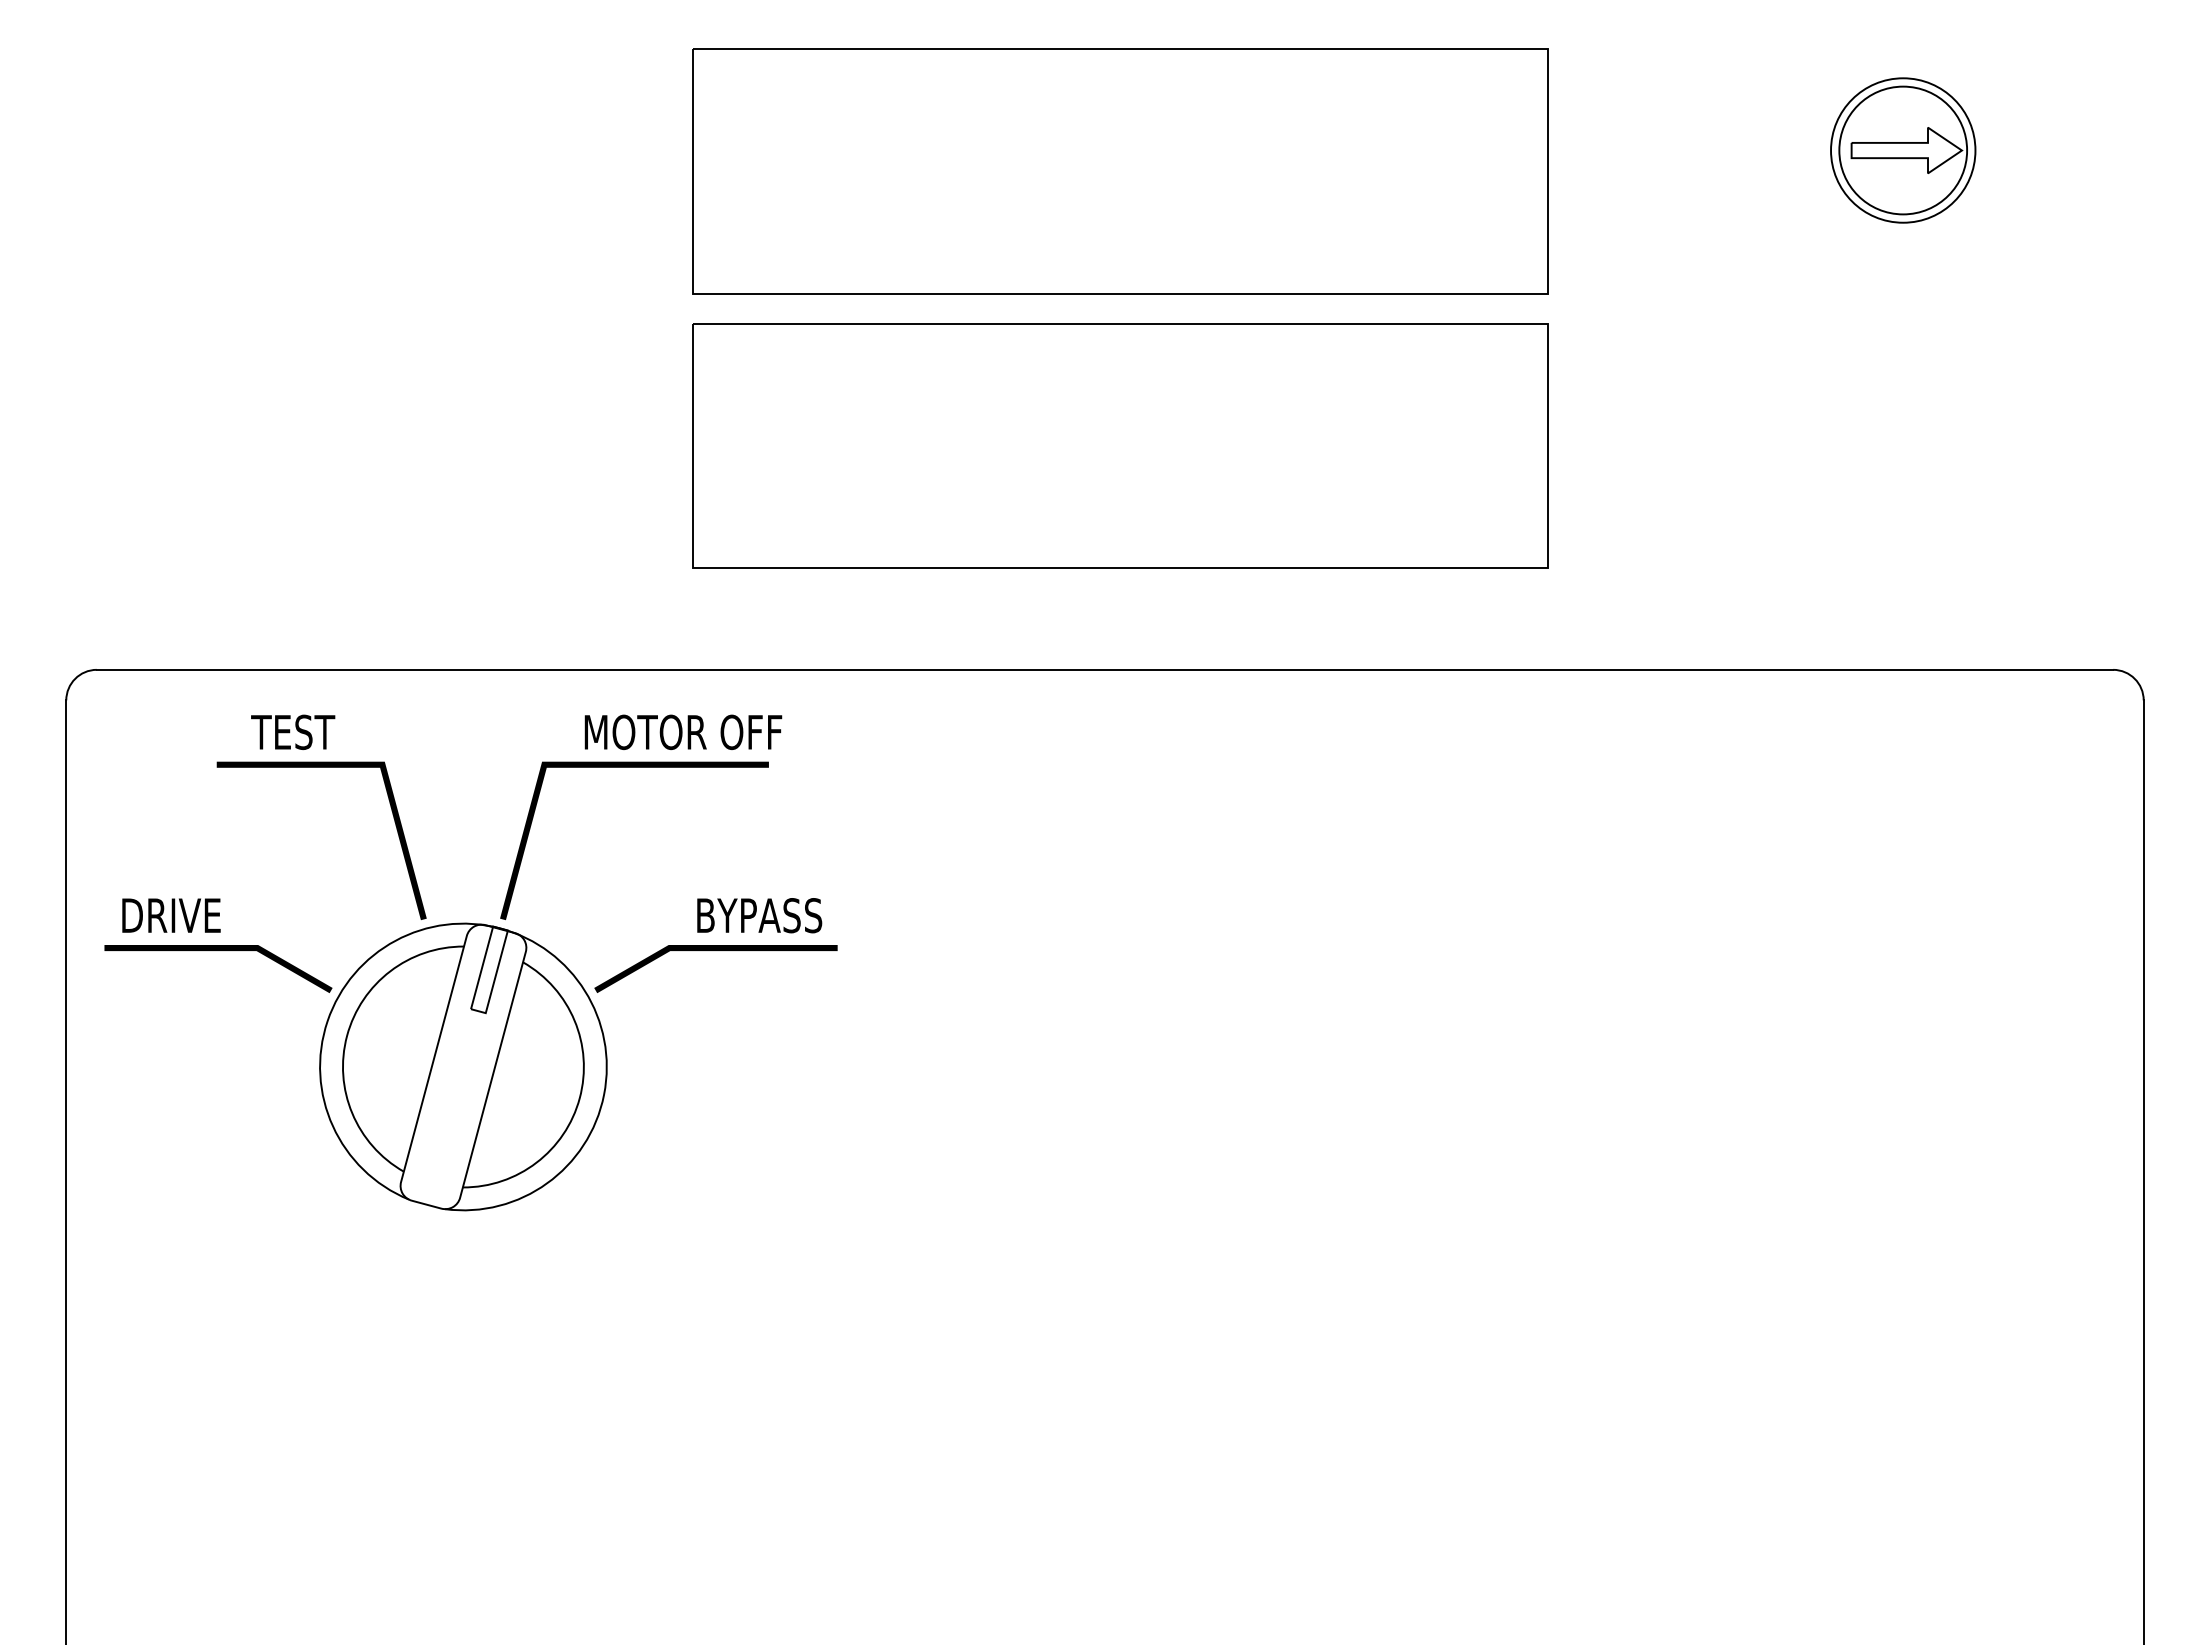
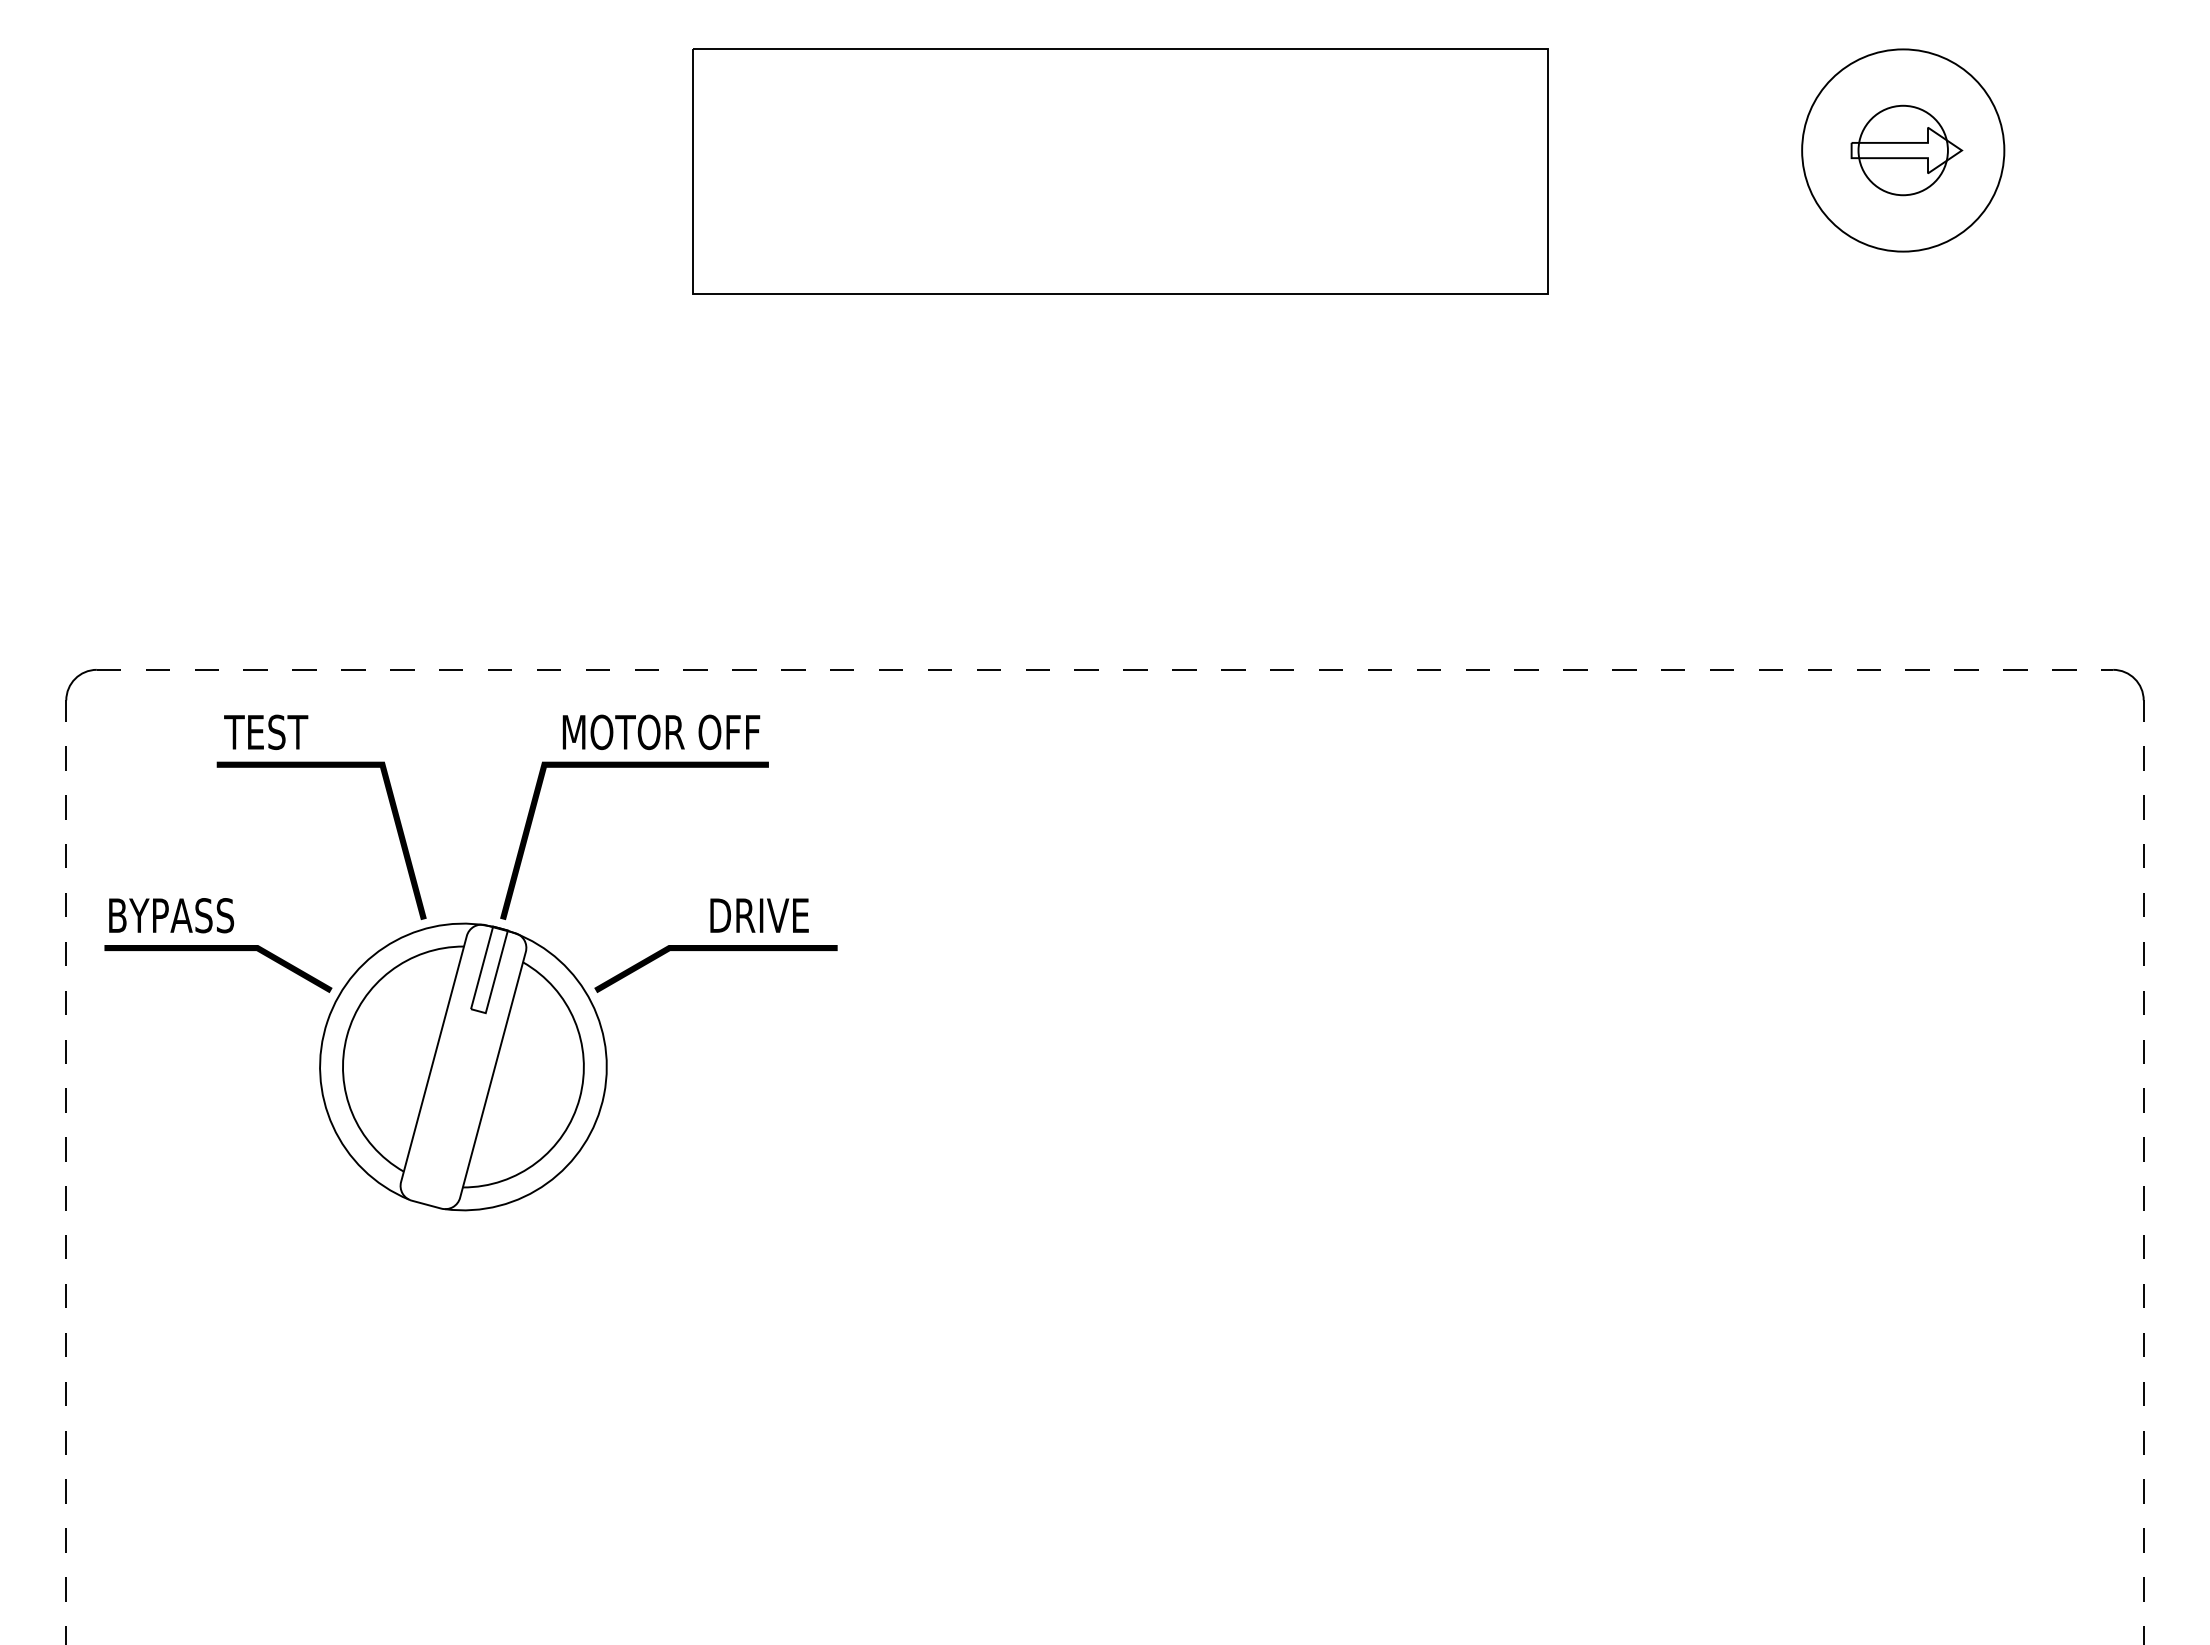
circle at (1903, 150) diameter: 128 px -> 89 px
circle at (1903, 150) diameter: 144 px -> 202 px
part at (1120, 445): present -> none
line at (1105, 669): solid -> dashed
text at (293, 731) position: (293, 731) -> (266, 731)
text at (683, 731) position: (683, 731) -> (661, 731)
text at (171, 915): DRIVE -> BYPASS
text at (759, 915): BYPASS -> DRIVE
line at (66, 1172): solid -> dashed
line at (2143, 1172): solid -> dashed
